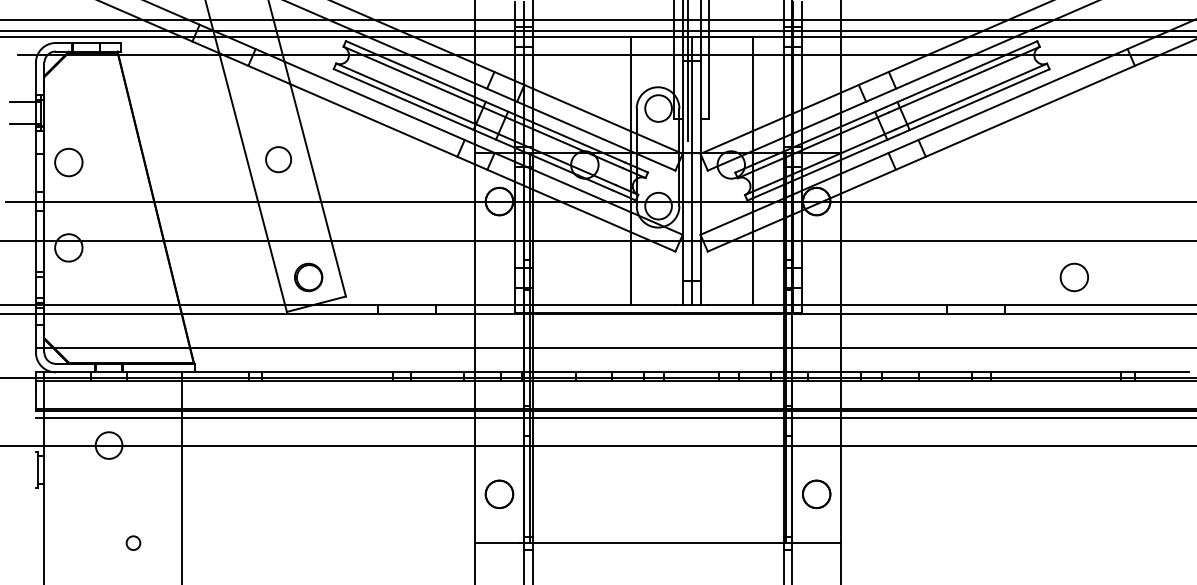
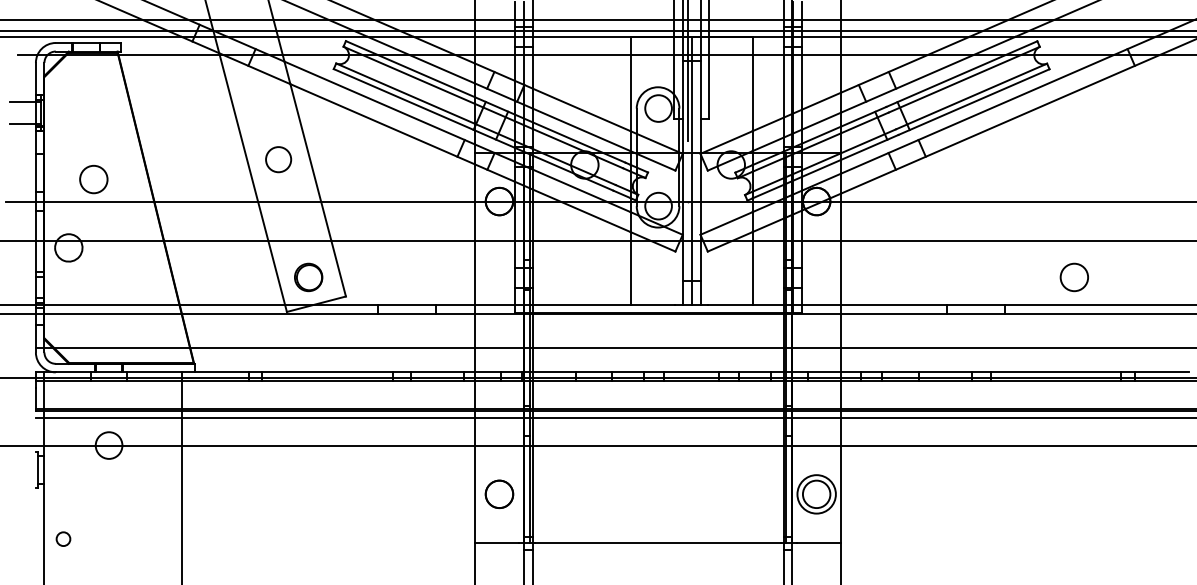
circle at (68, 162) position: (68, 162) -> (93, 179)
circle at (816, 494) diameter: 27 px -> 38 px
circle at (133, 542) position: (133, 542) -> (63, 538)
